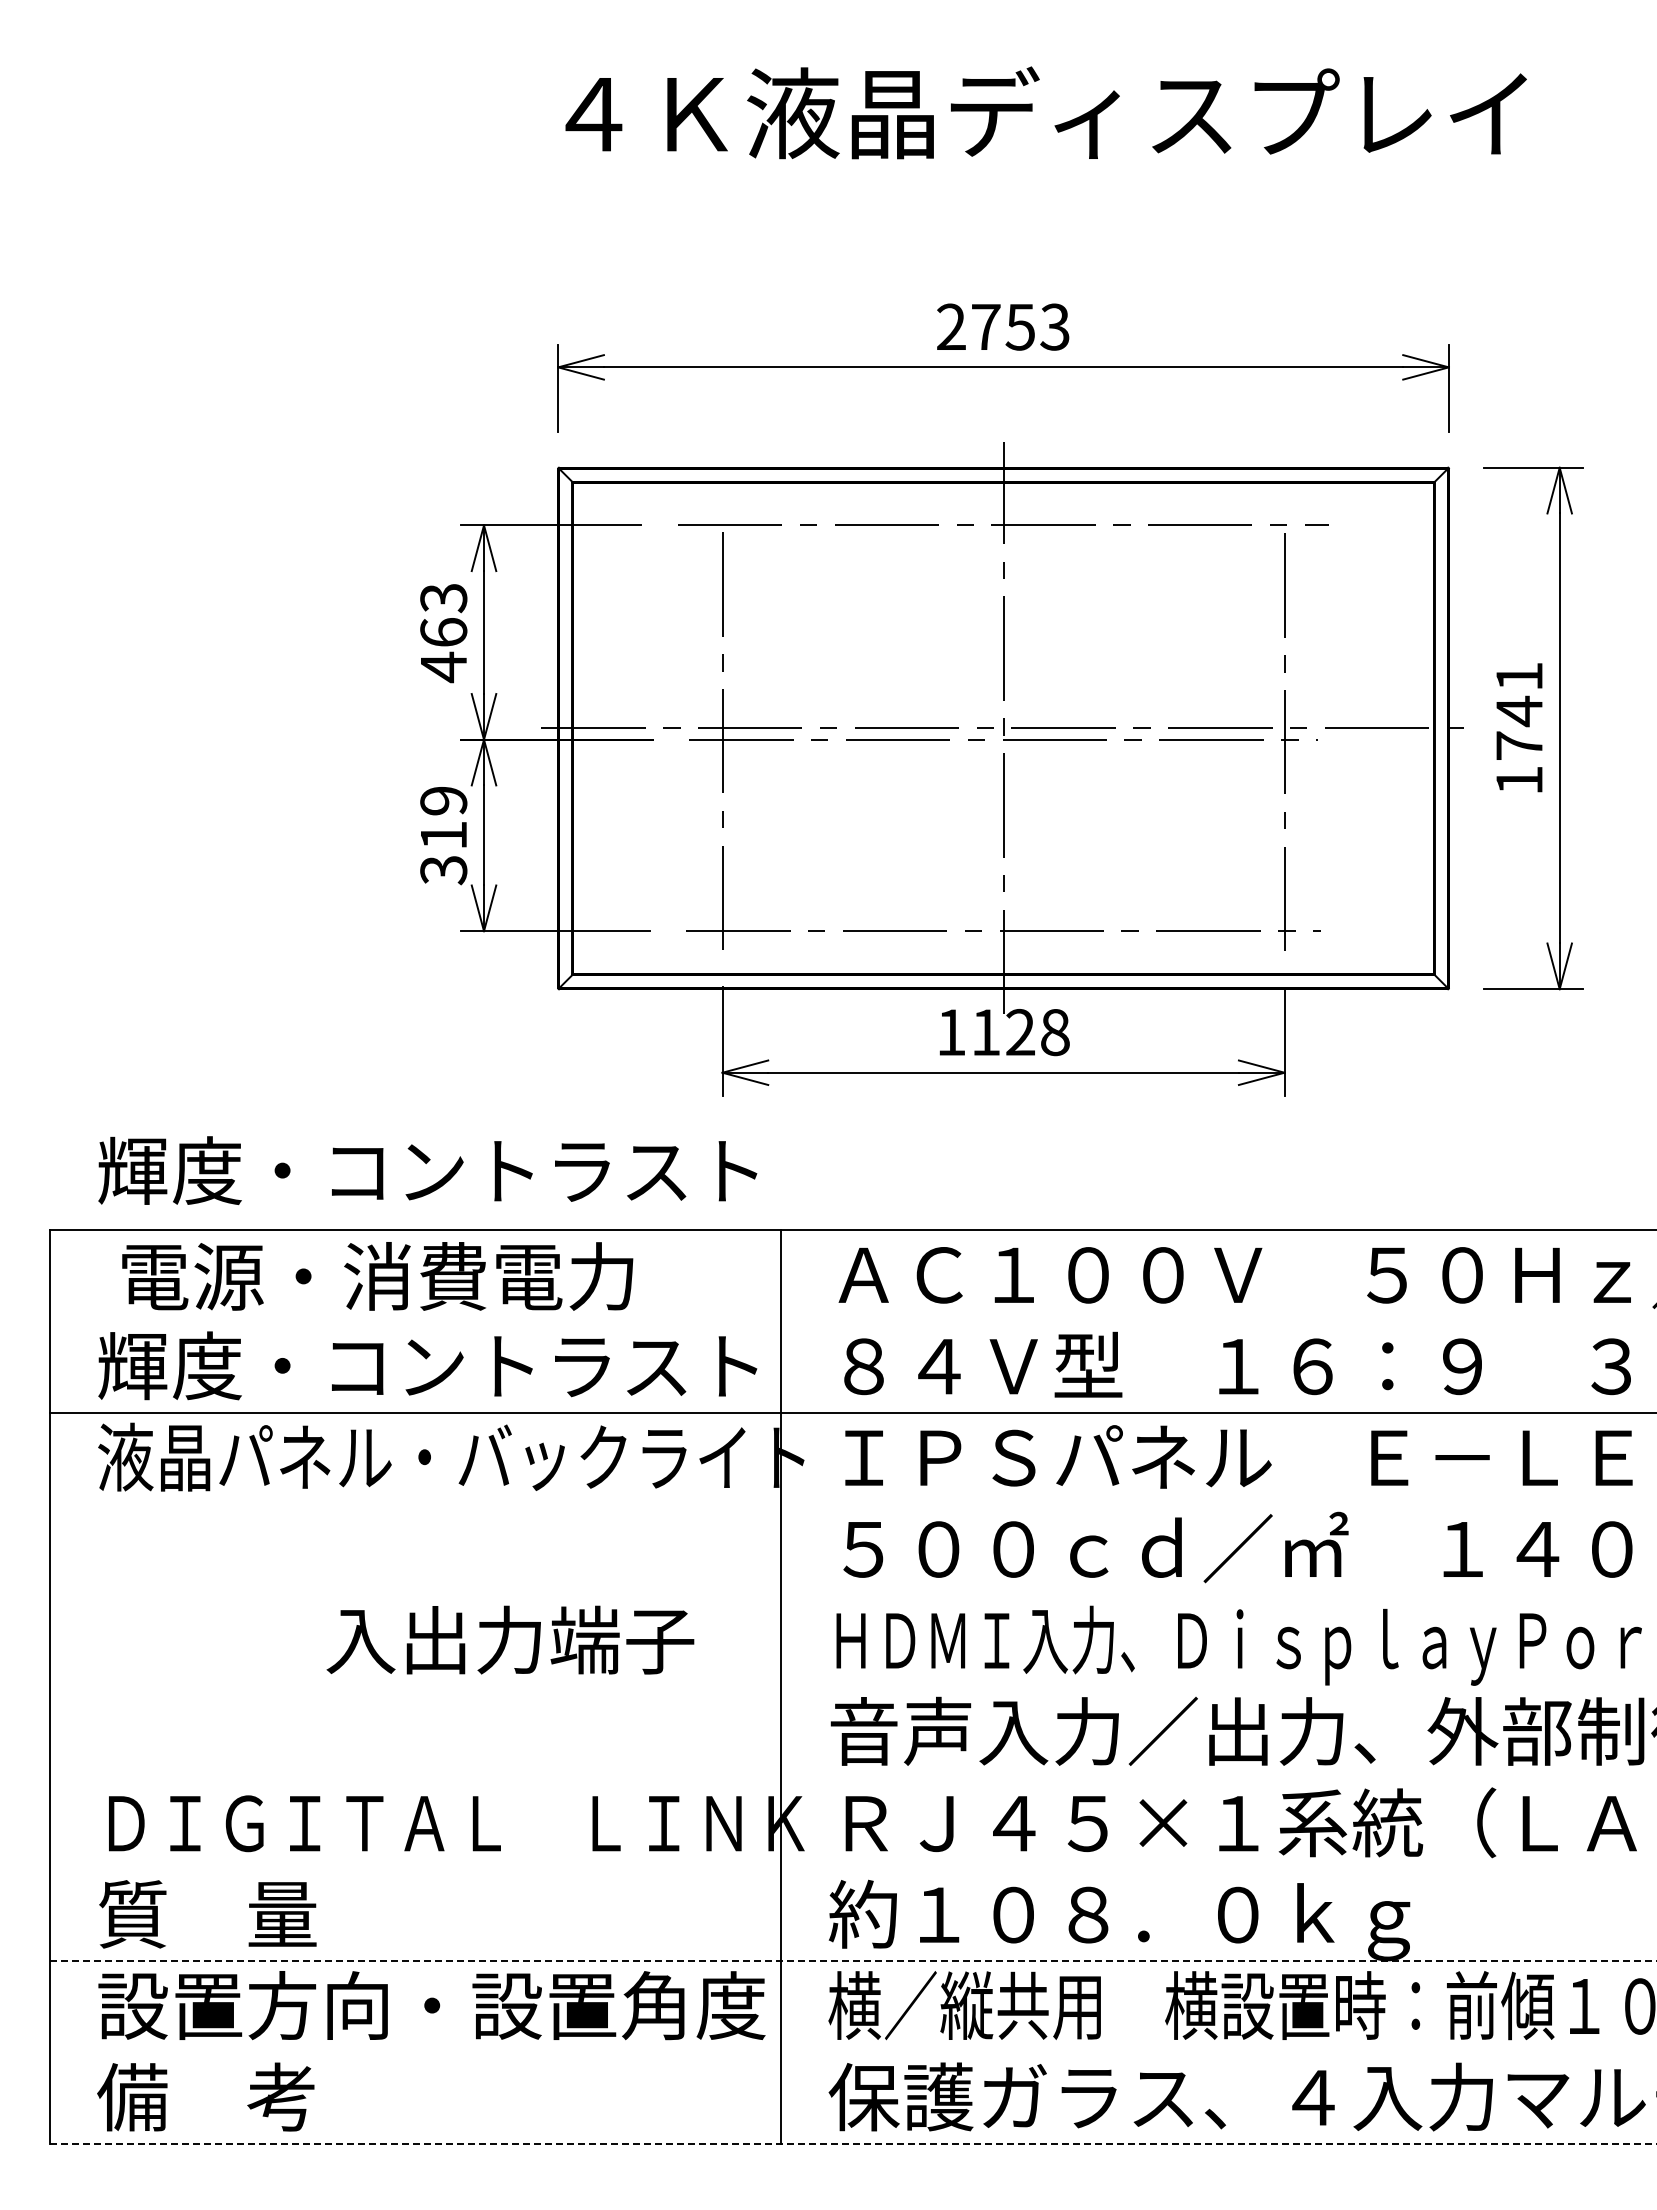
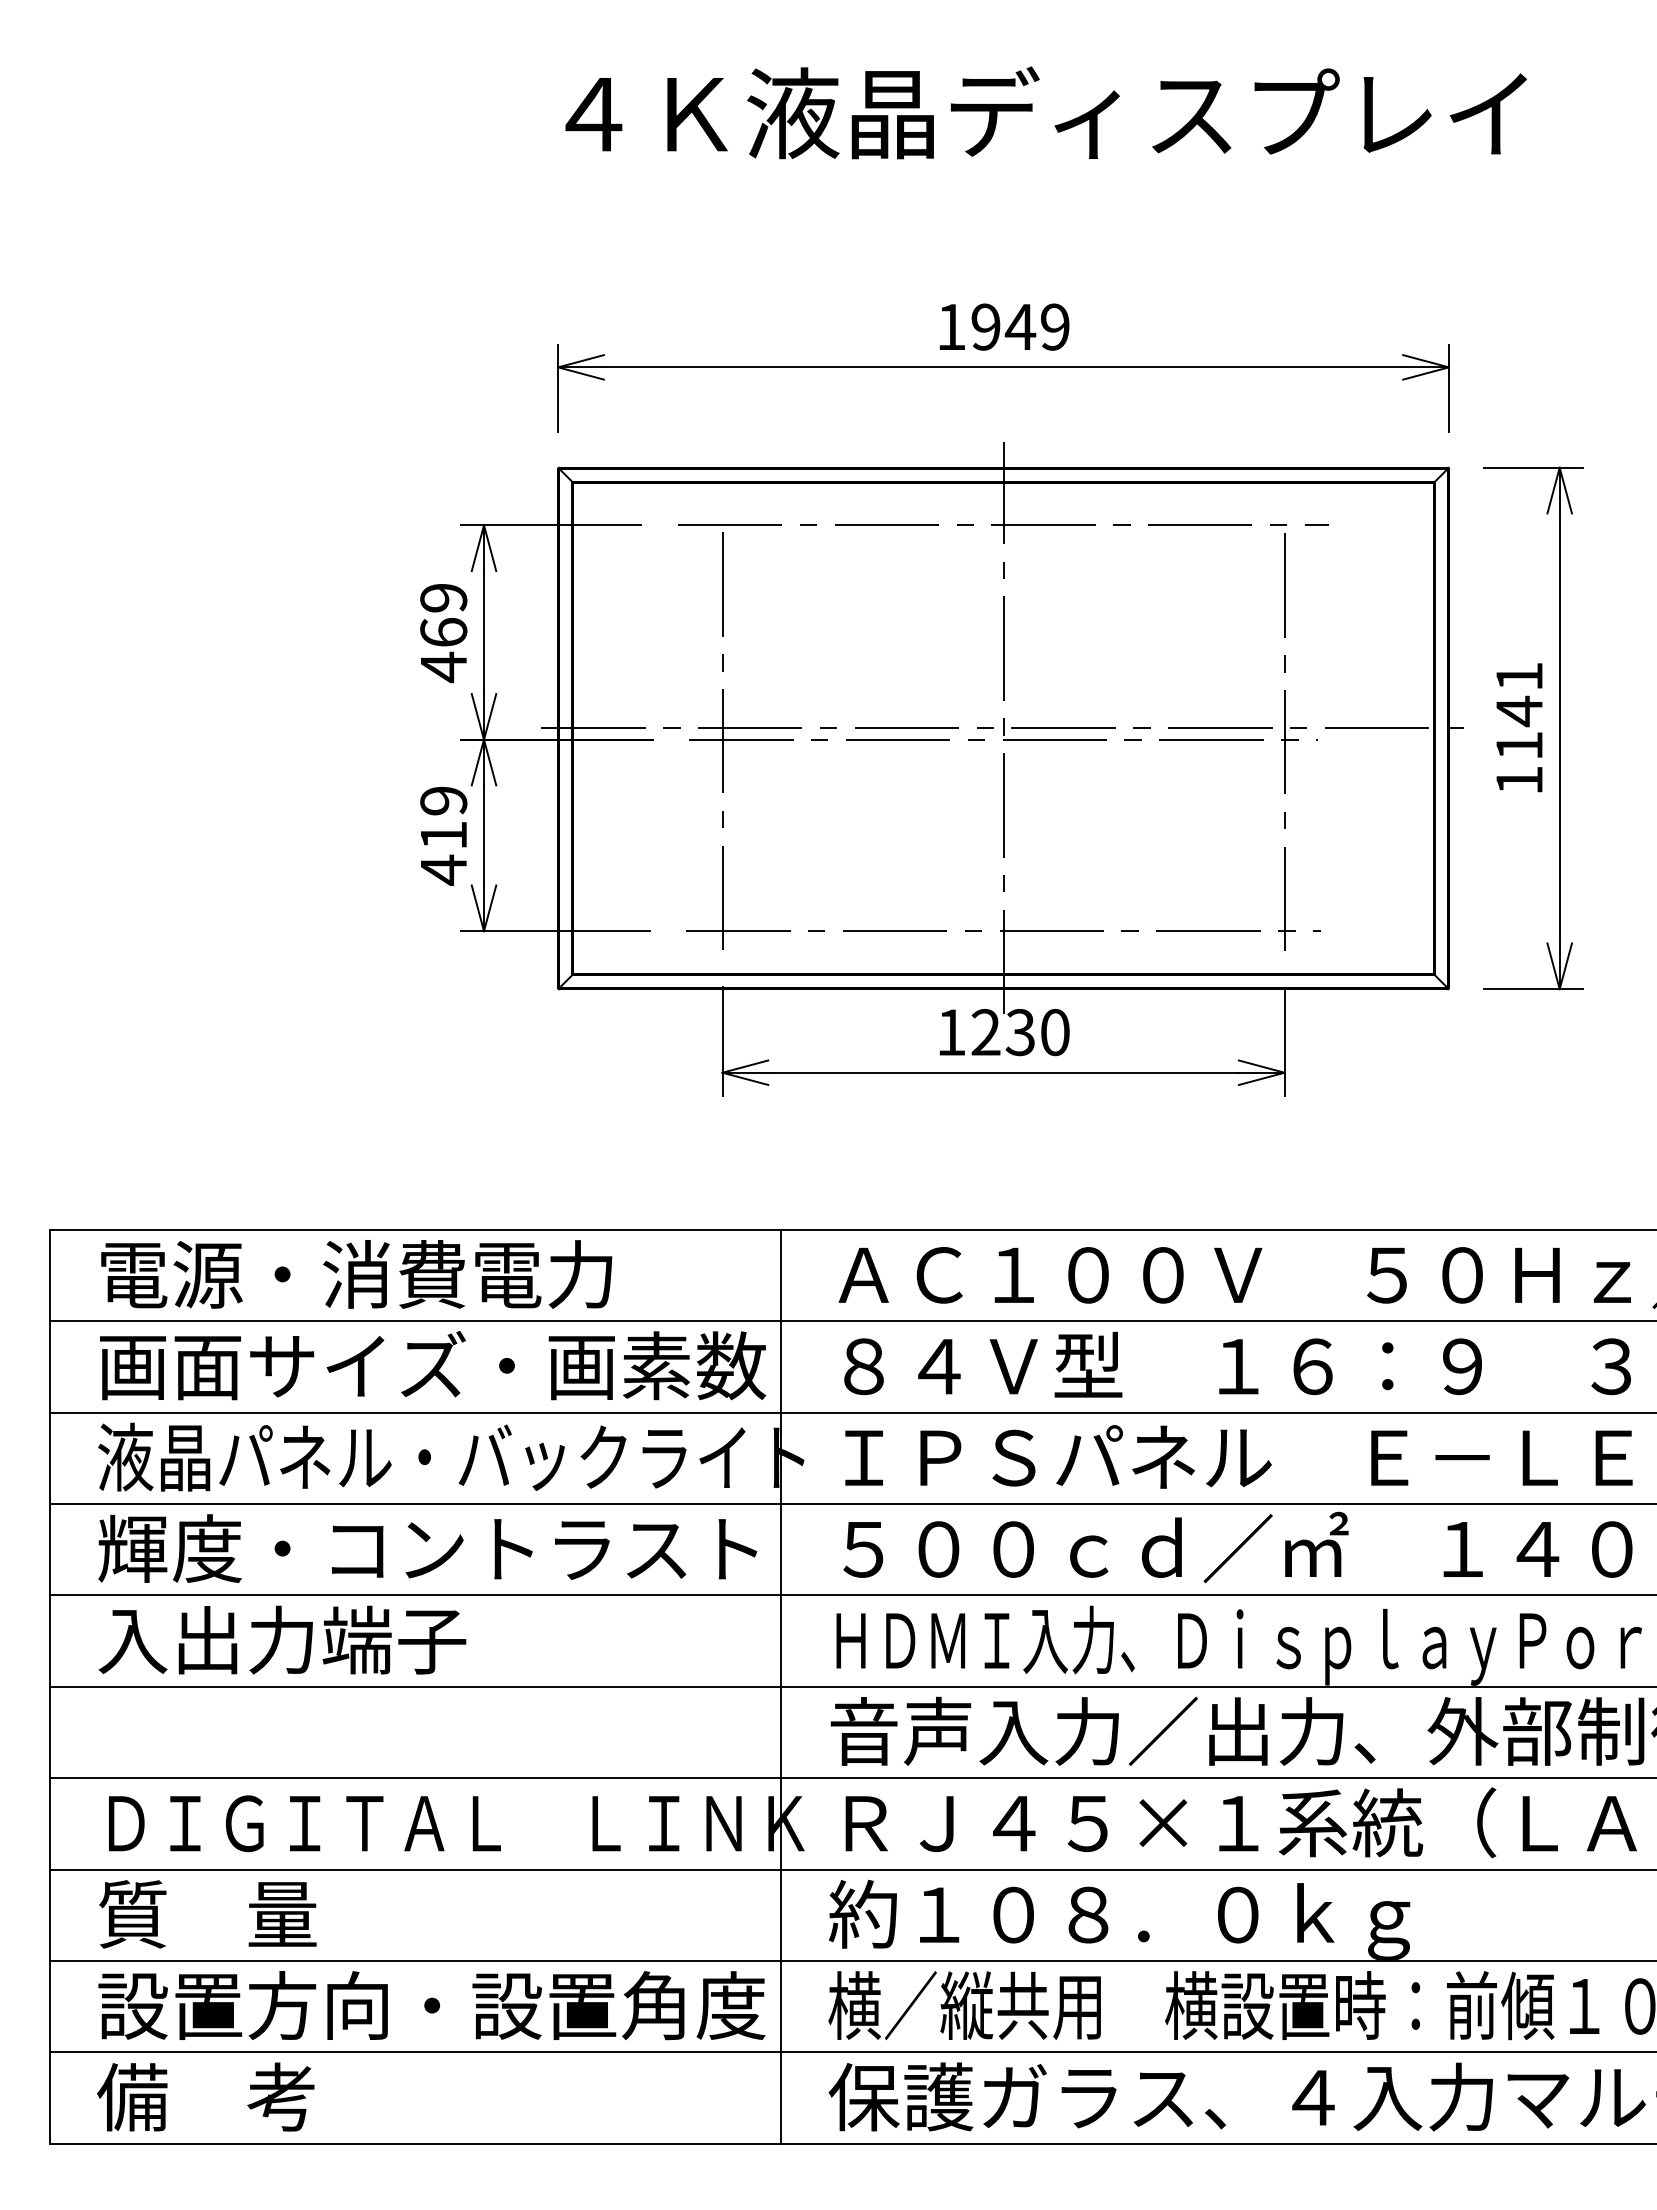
text at (1003, 326): 2753 -> 1949
text at (443, 598): 463 -> 469
text at (1519, 745): 1741 -> 1141
text at (443, 870): 319 -> 419
text at (1020, 1032): 1128 -> 1230
text at (427, 1170) position: (427, 1170) -> (427, 1548)
text at (377, 1276) position: (377, 1276) -> (356, 1274)
line at (851, 1321): none -> present
text at (432, 1365): 輝度・コントラスト -> 画面サイズ・画素数
line at (851, 1503): none -> present
line at (851, 1595): none -> present
text at (510, 1639) position: (510, 1639) -> (282, 1639)
line at (851, 1686): none -> present
line at (851, 1778): none -> present
line at (851, 1869): none -> present
line at (853, 1960): dashed -> solid
line at (851, 2052): none -> present
line at (853, 2143): dashed -> solid
